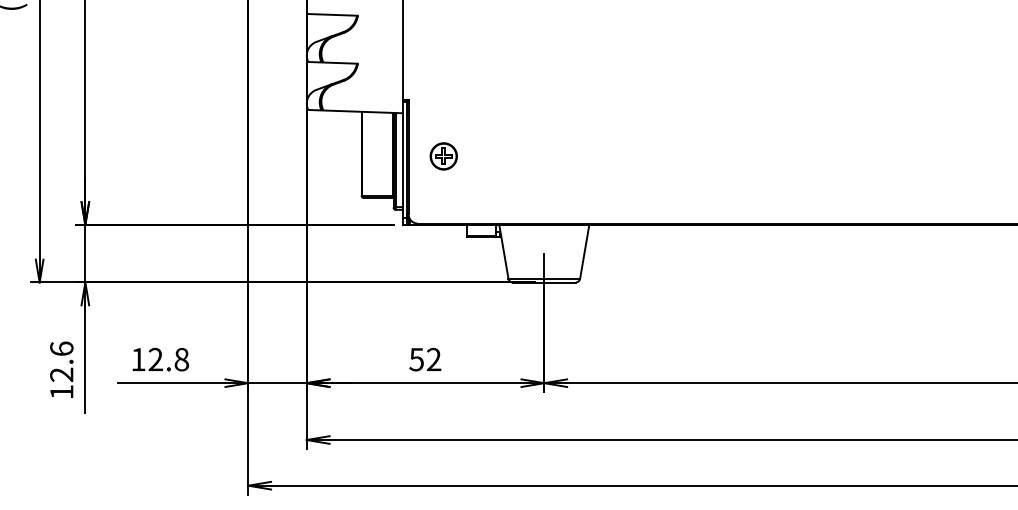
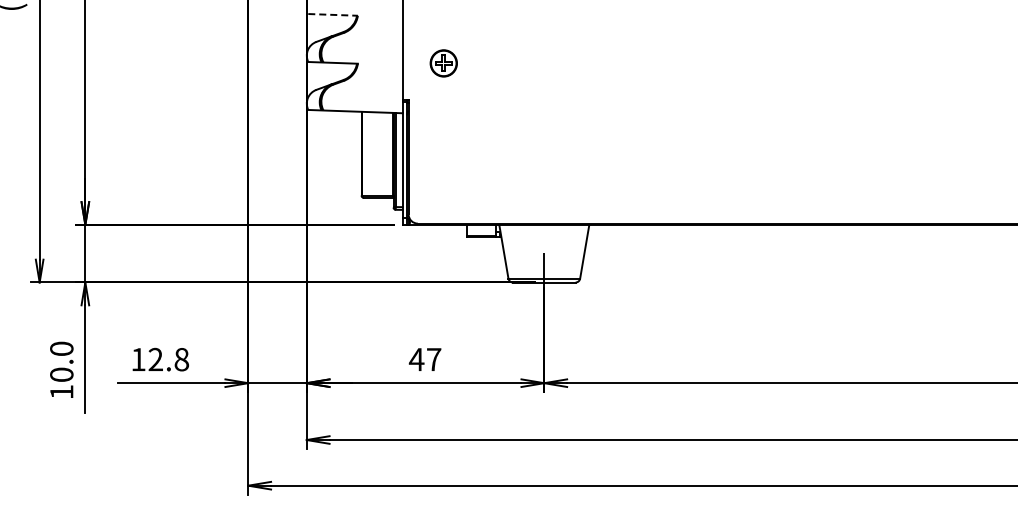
line at (333, 14): solid -> dashed
part at (443, 156) position: (443, 156) -> (443, 63)
text at (424, 359): 52 -> 47
text at (61, 361): 12.6 -> 10.0
